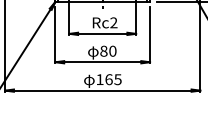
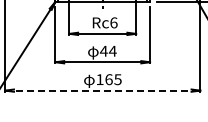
text at (113, 22): Rc2 -> Rc6
text at (107, 50): 80 -> 44
line at (102, 90): solid -> dashed
